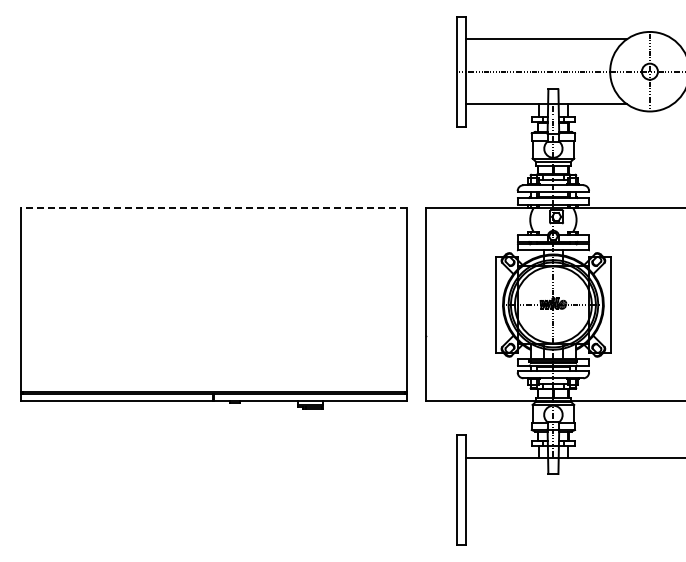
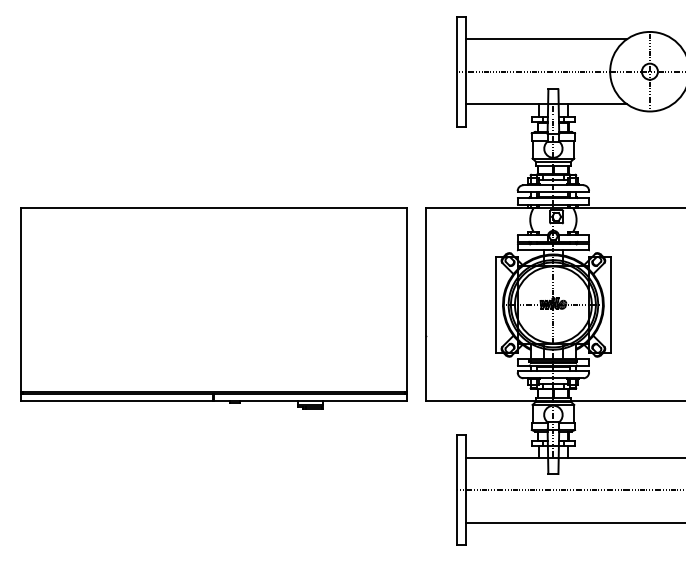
line at (213, 208): dashed -> solid
line at (569, 490): none -> present
line at (574, 522): none -> present
